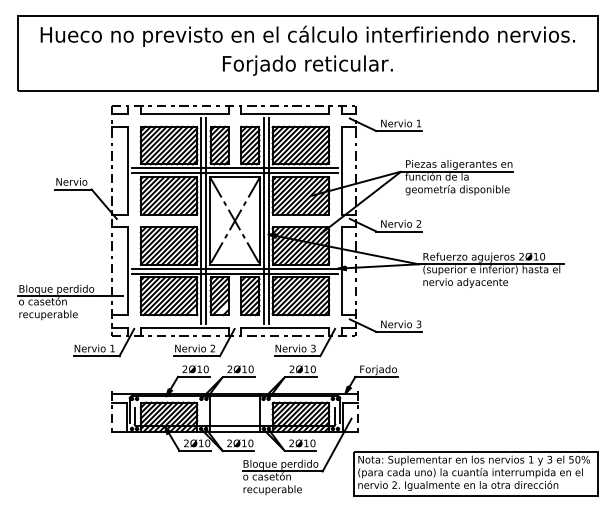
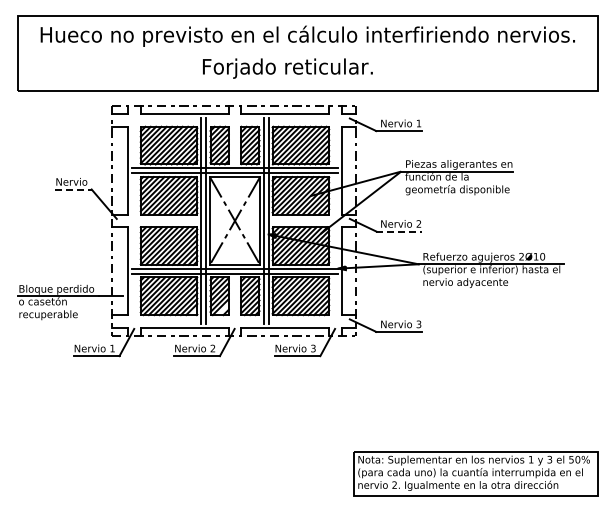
text at (307, 65) position: (307, 65) -> (287, 68)
line at (74, 189): solid -> dashed
line at (399, 231): solid -> dashed
part at (254, 430): present -> none
